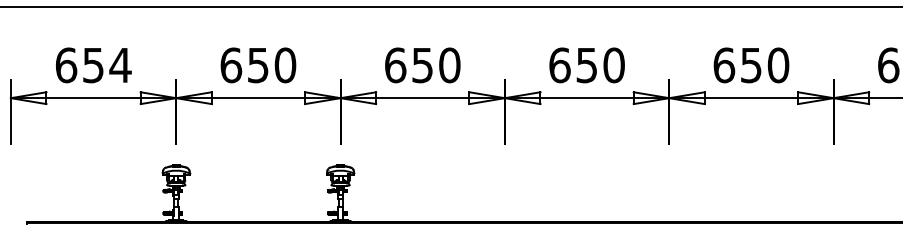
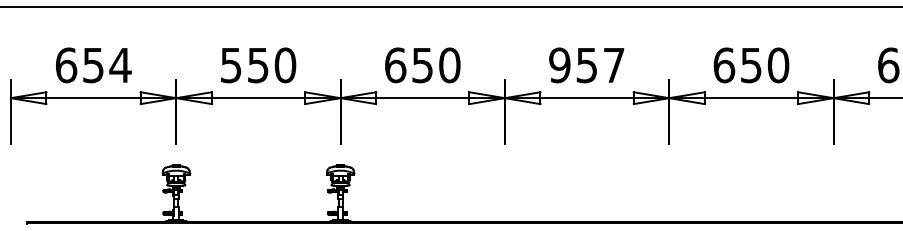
text at (231, 65): 650 -> 550
text at (586, 65): 650 -> 957
